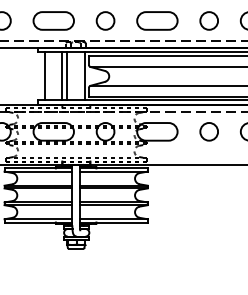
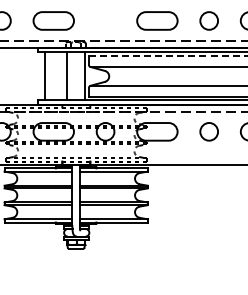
circle at (105, 20): present -> none
line at (168, 56): solid -> dashed
line at (62, 76): present -> none
